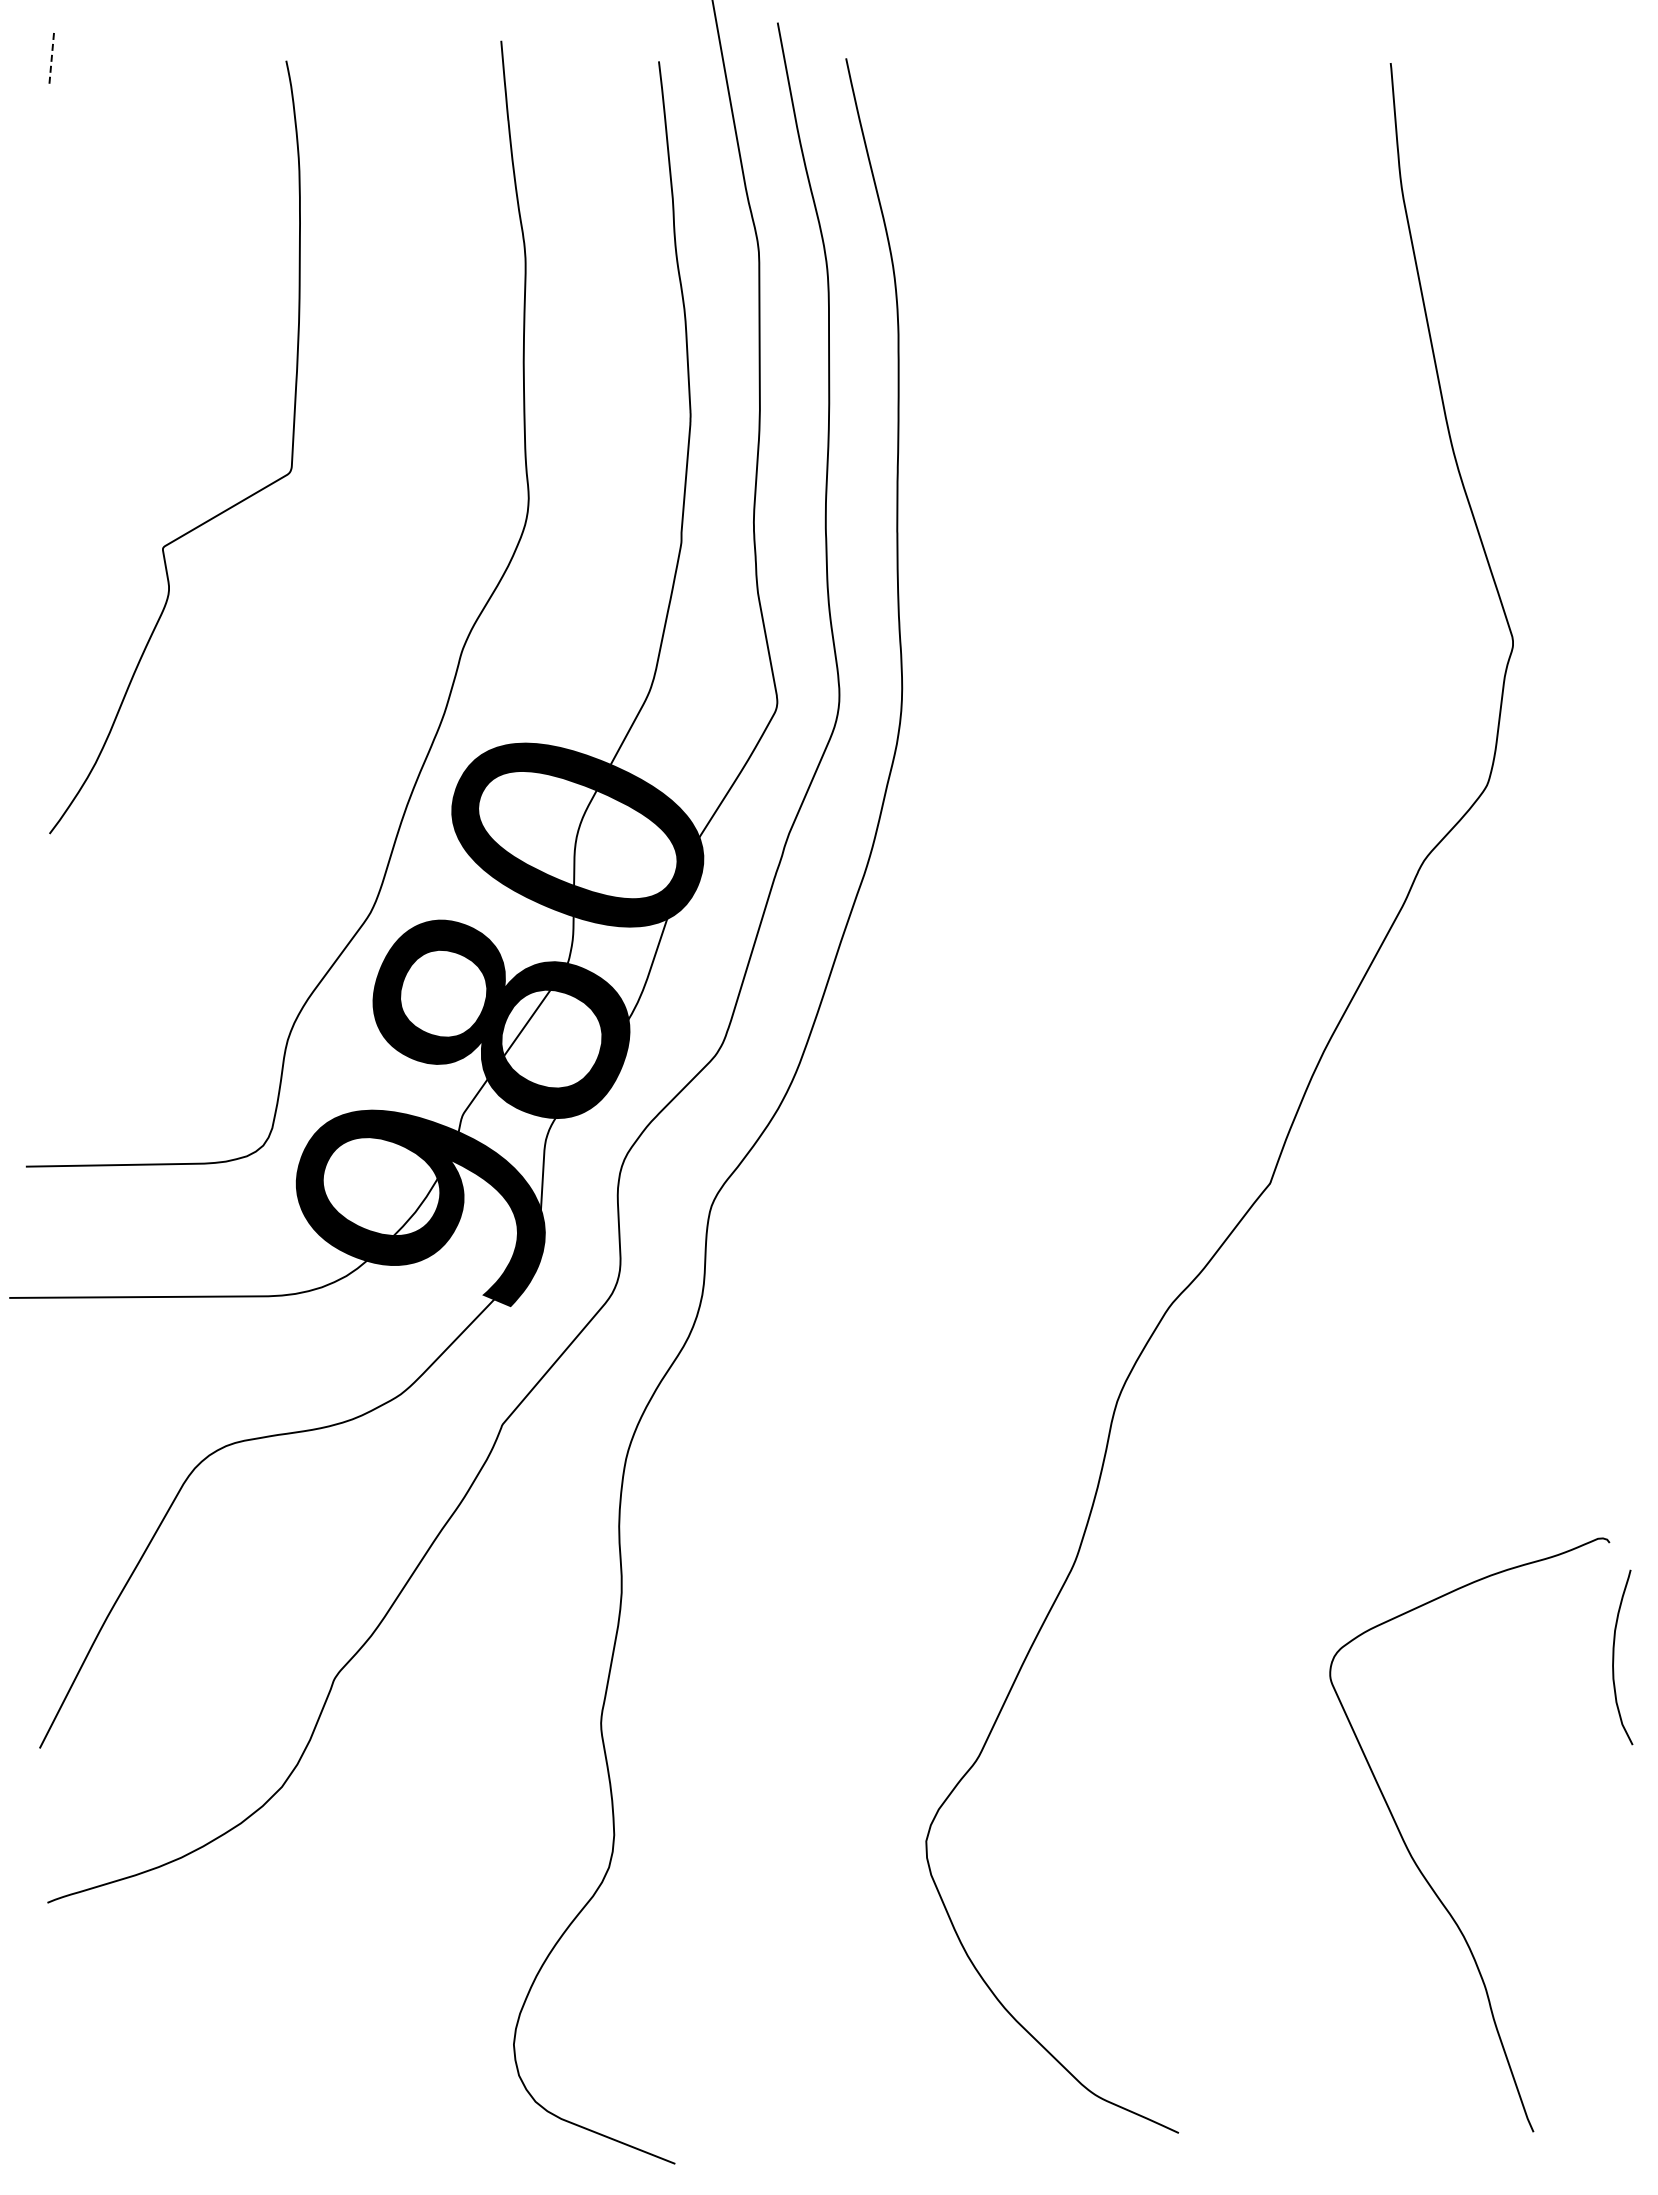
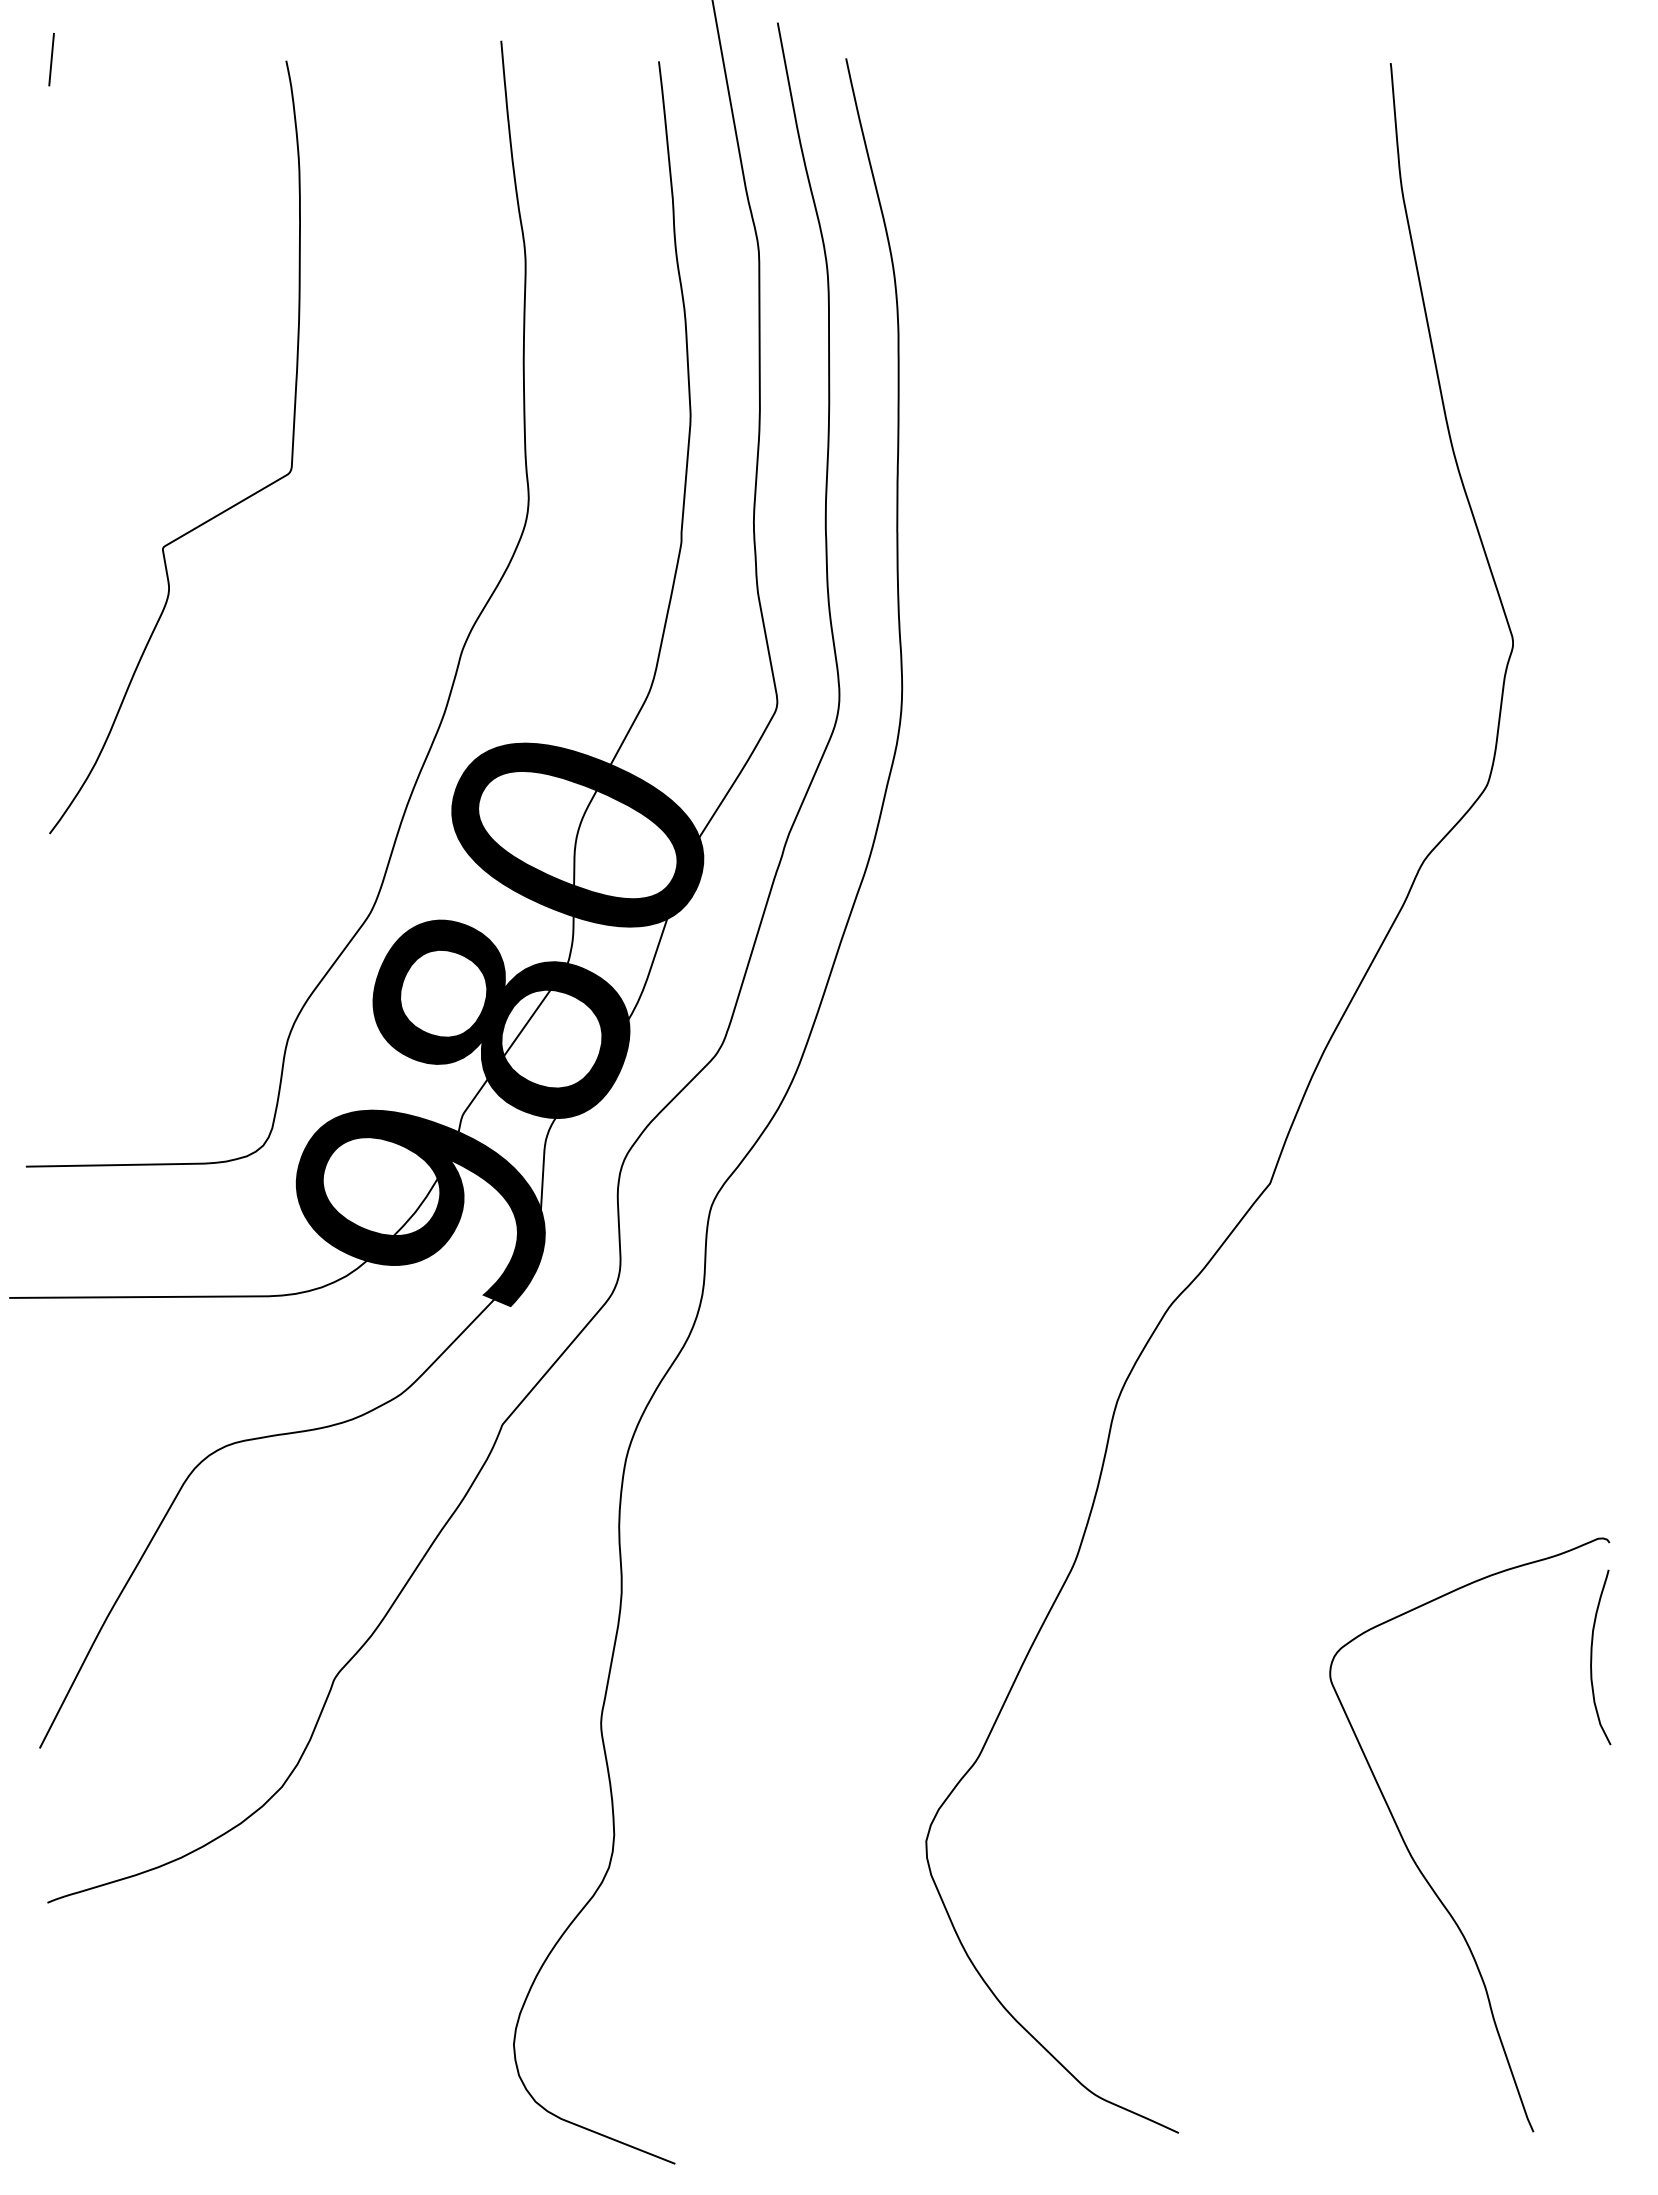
line at (51, 59): dashed -> solid
curve at (1614, 1657) position: (1614, 1657) -> (1592, 1657)
